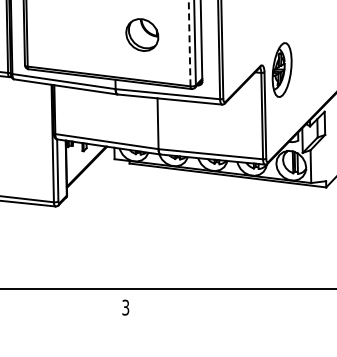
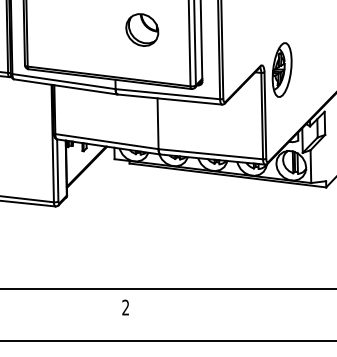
part at (142, 34) position: (142, 34) -> (142, 29)
line at (189, 43): dashed -> solid
text at (125, 307): 3 -> 2
line at (167, 341): none -> present
